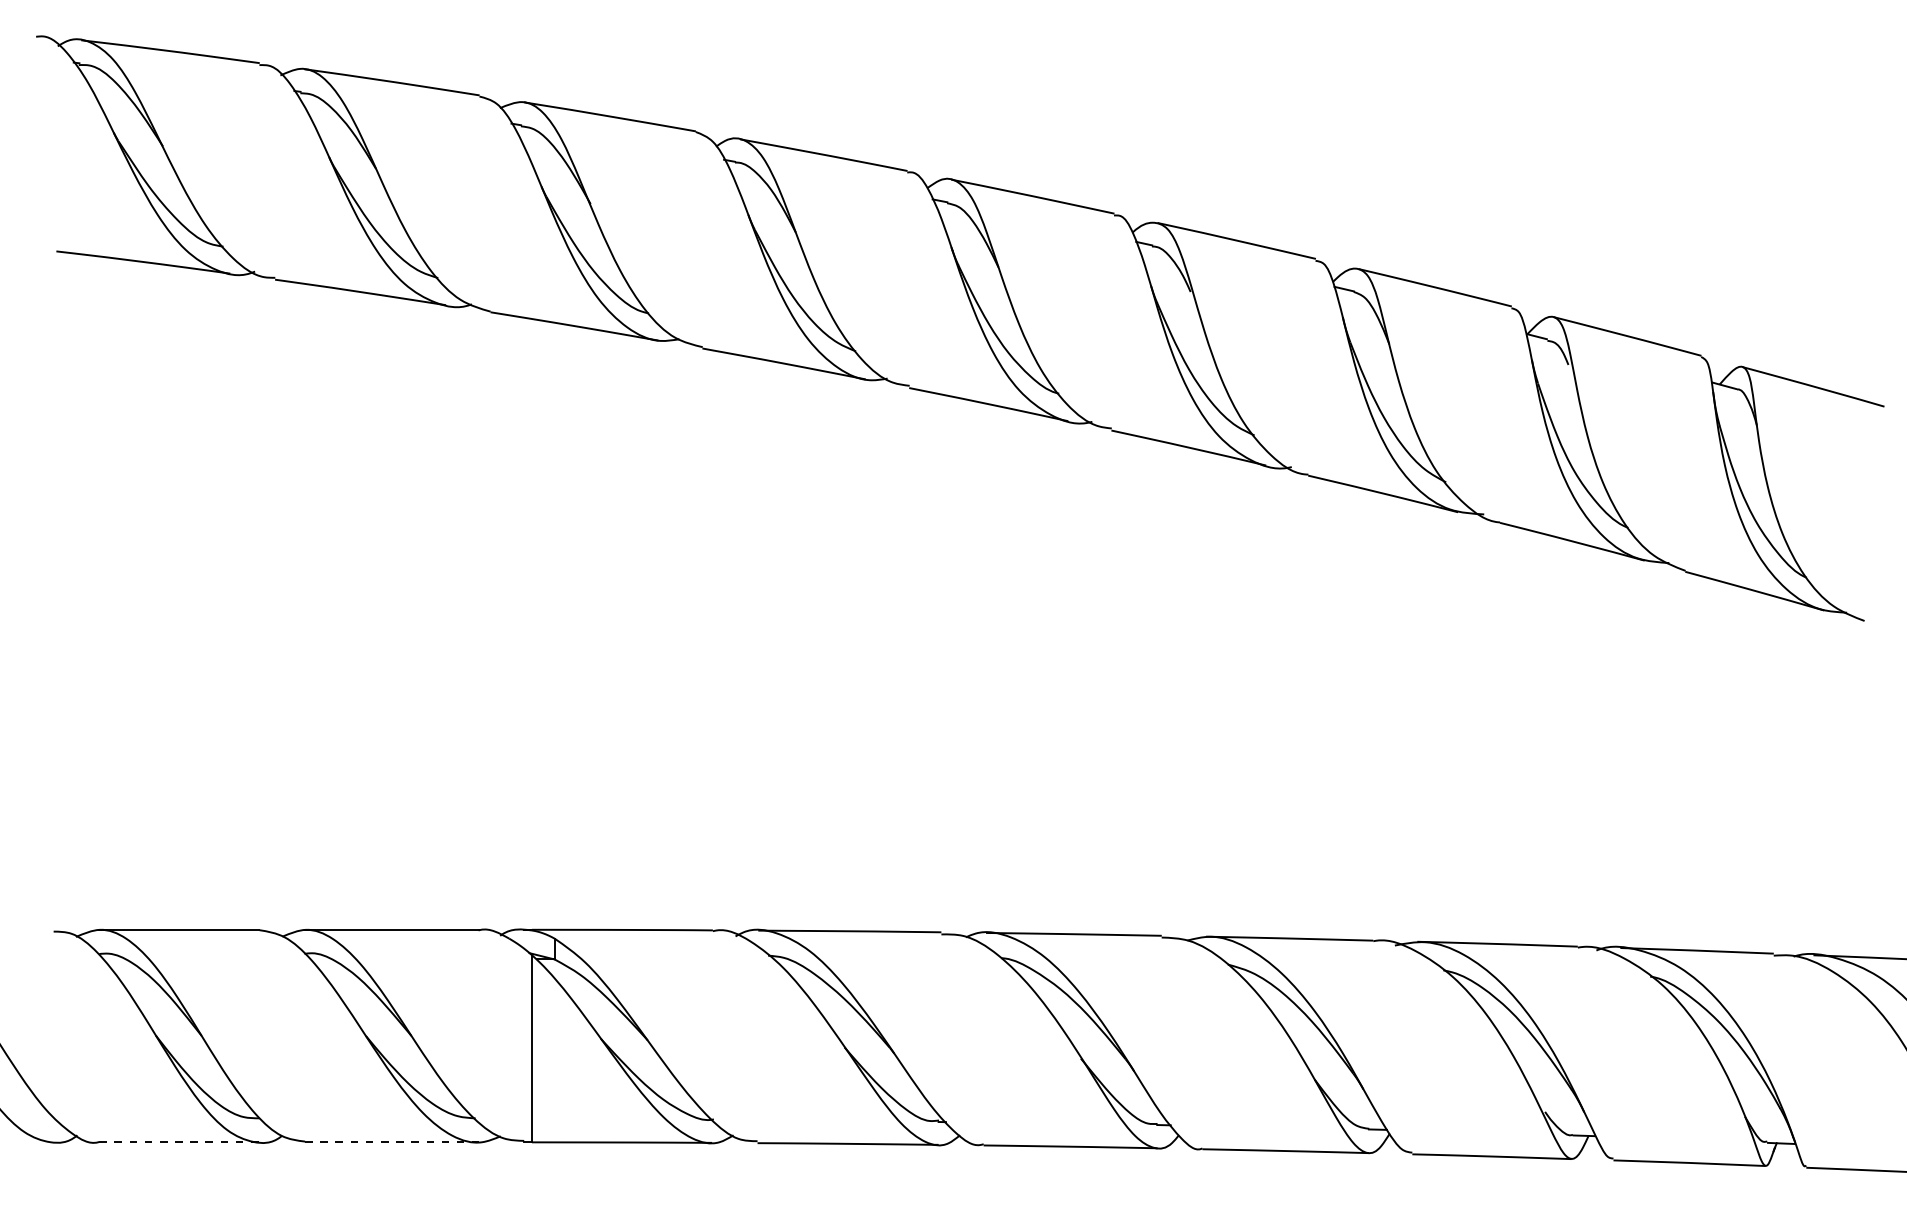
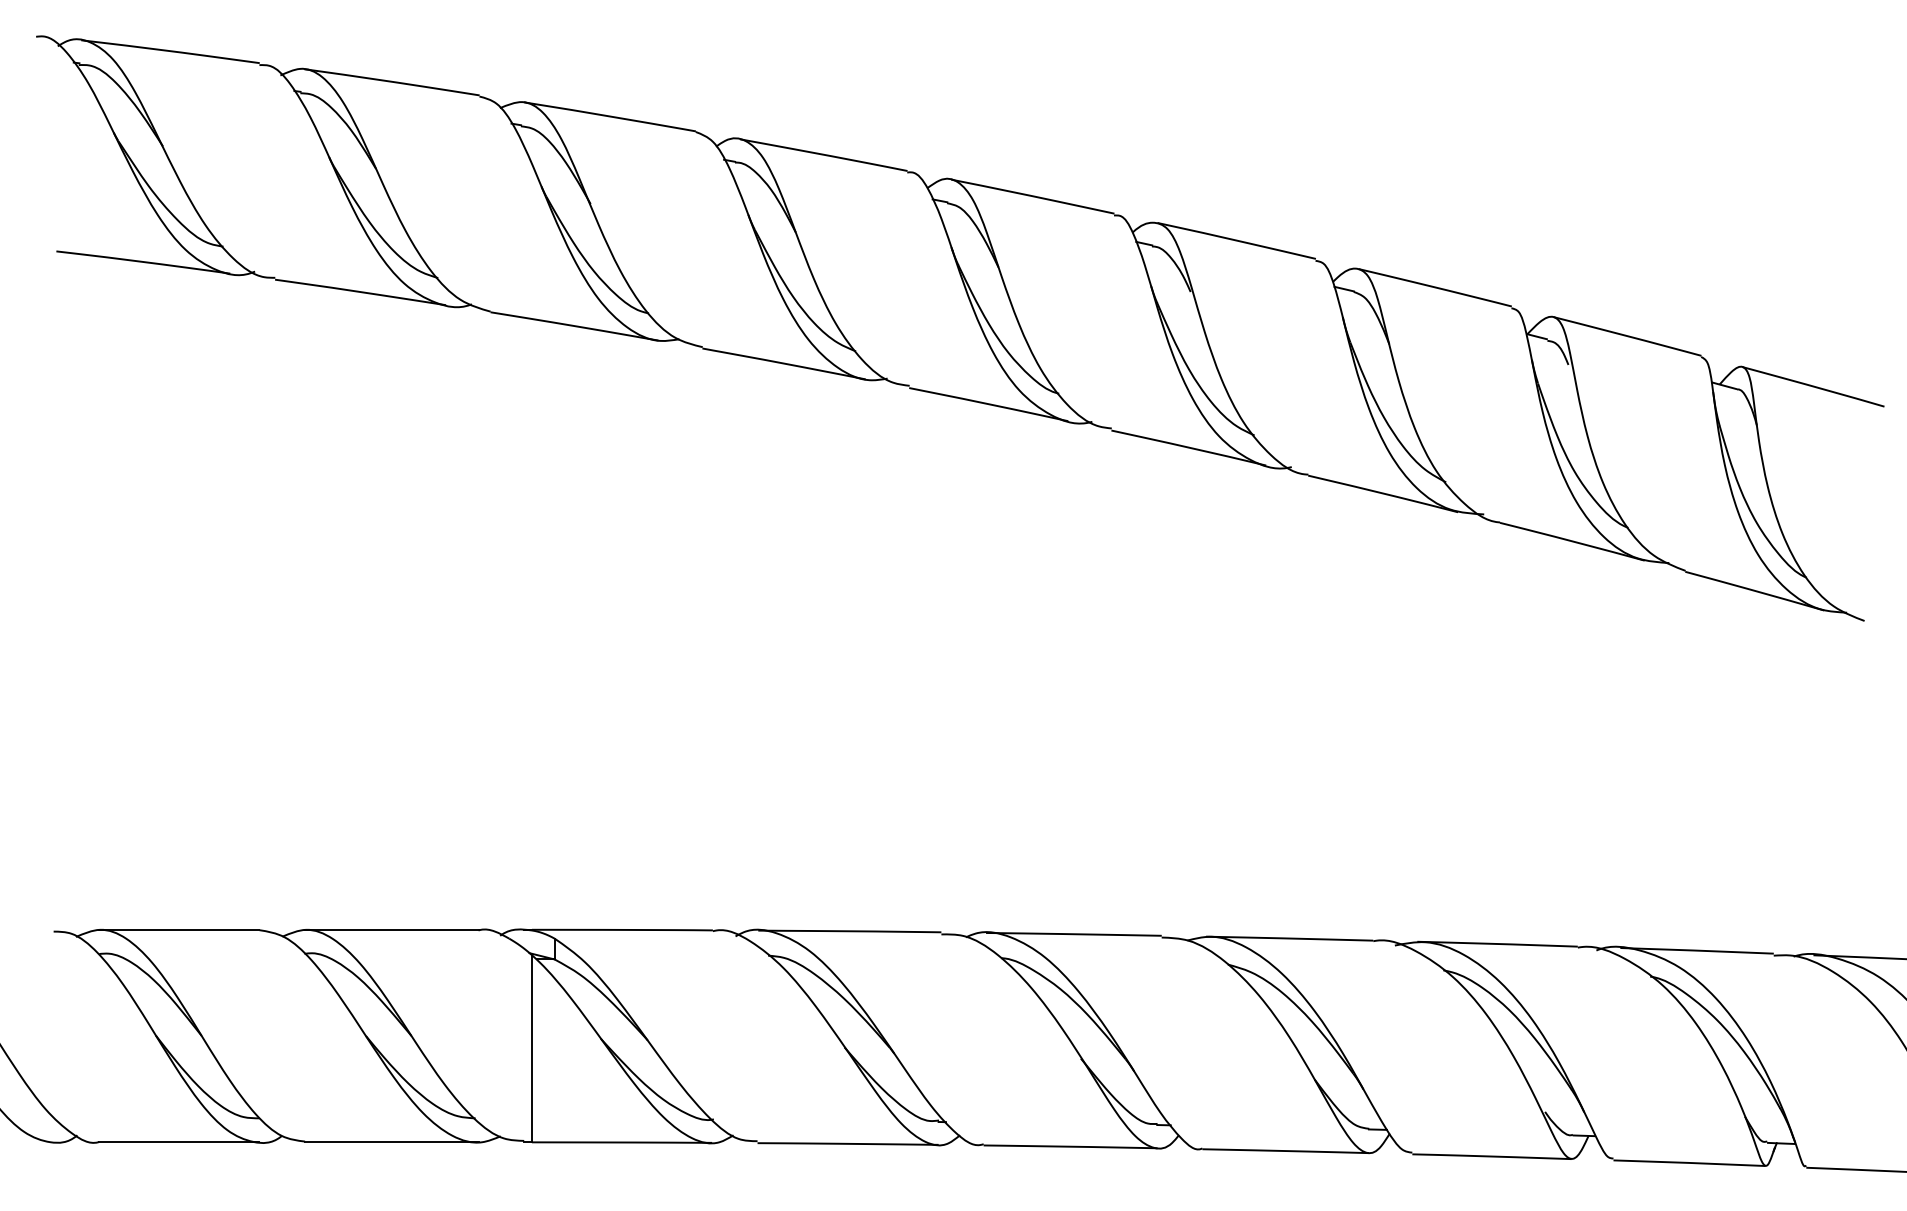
line at (179, 1142): dashed -> solid
line at (391, 1142): dashed -> solid
